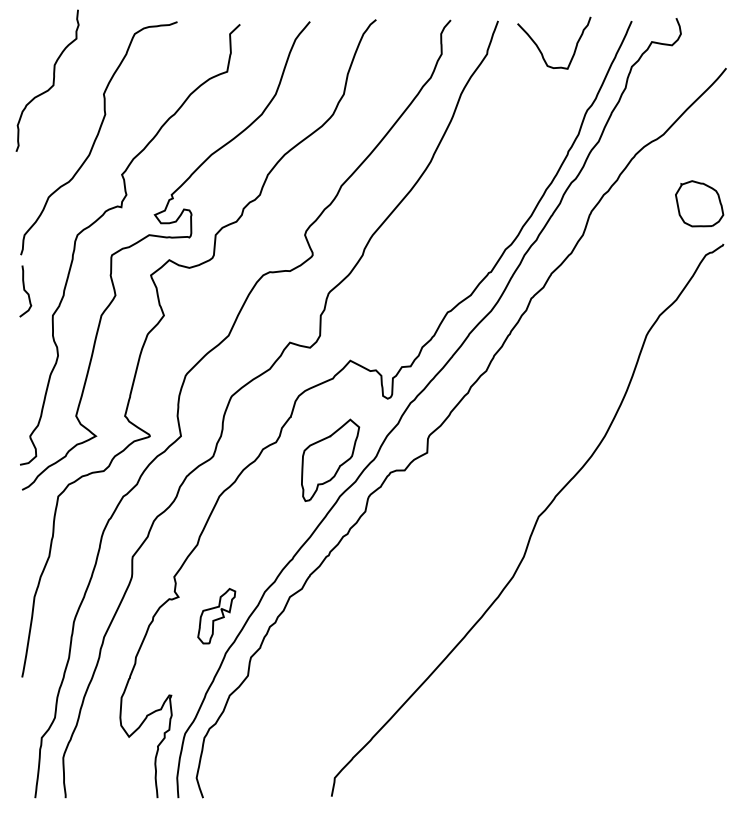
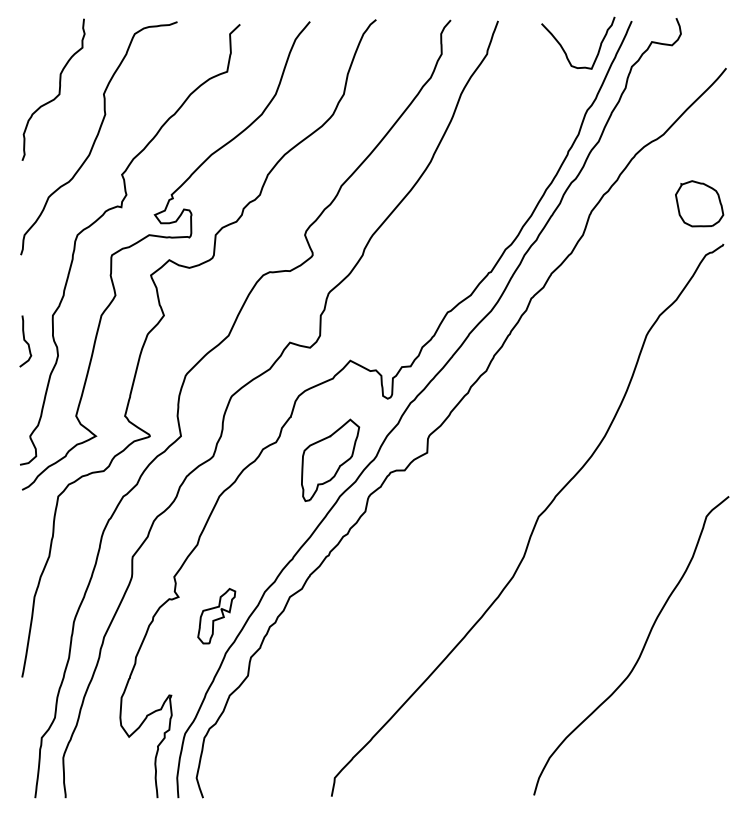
curve at (540, 49) position: (540, 49) -> (564, 49)
curve at (52, 81) position: (52, 81) -> (58, 90)
curve at (25, 291) position: (25, 291) -> (25, 341)
curve at (642, 647): none -> present
